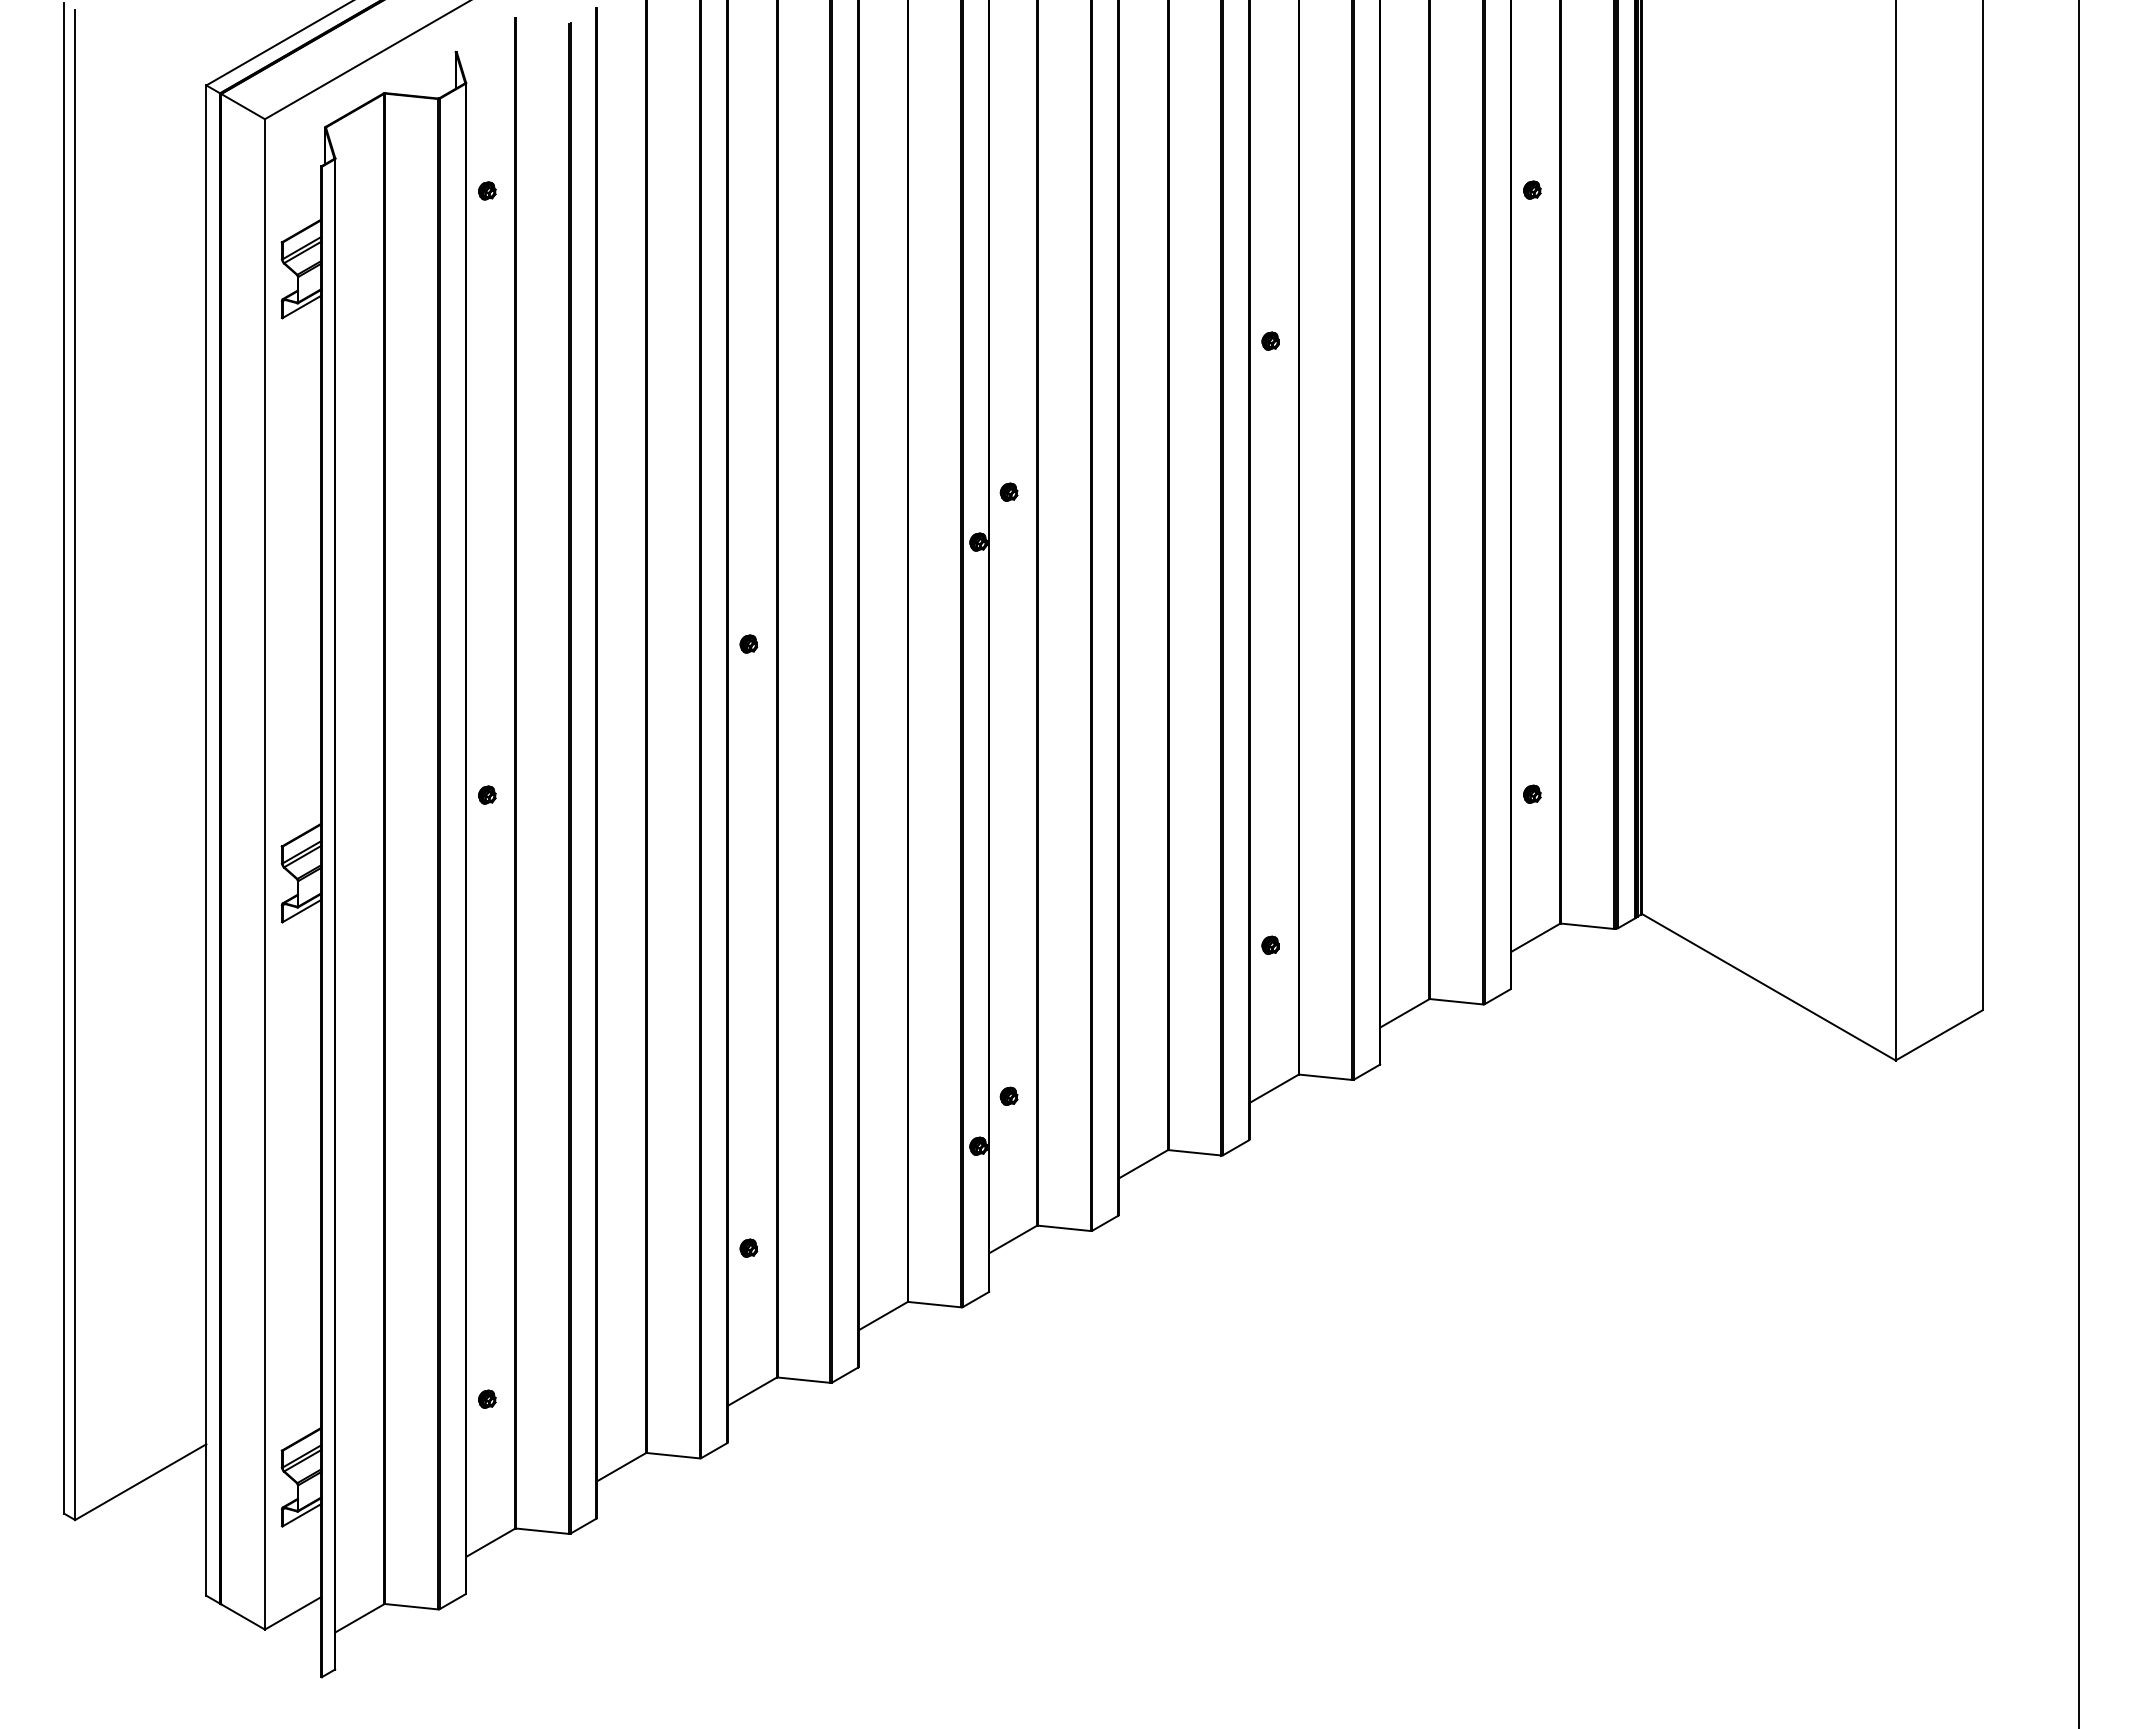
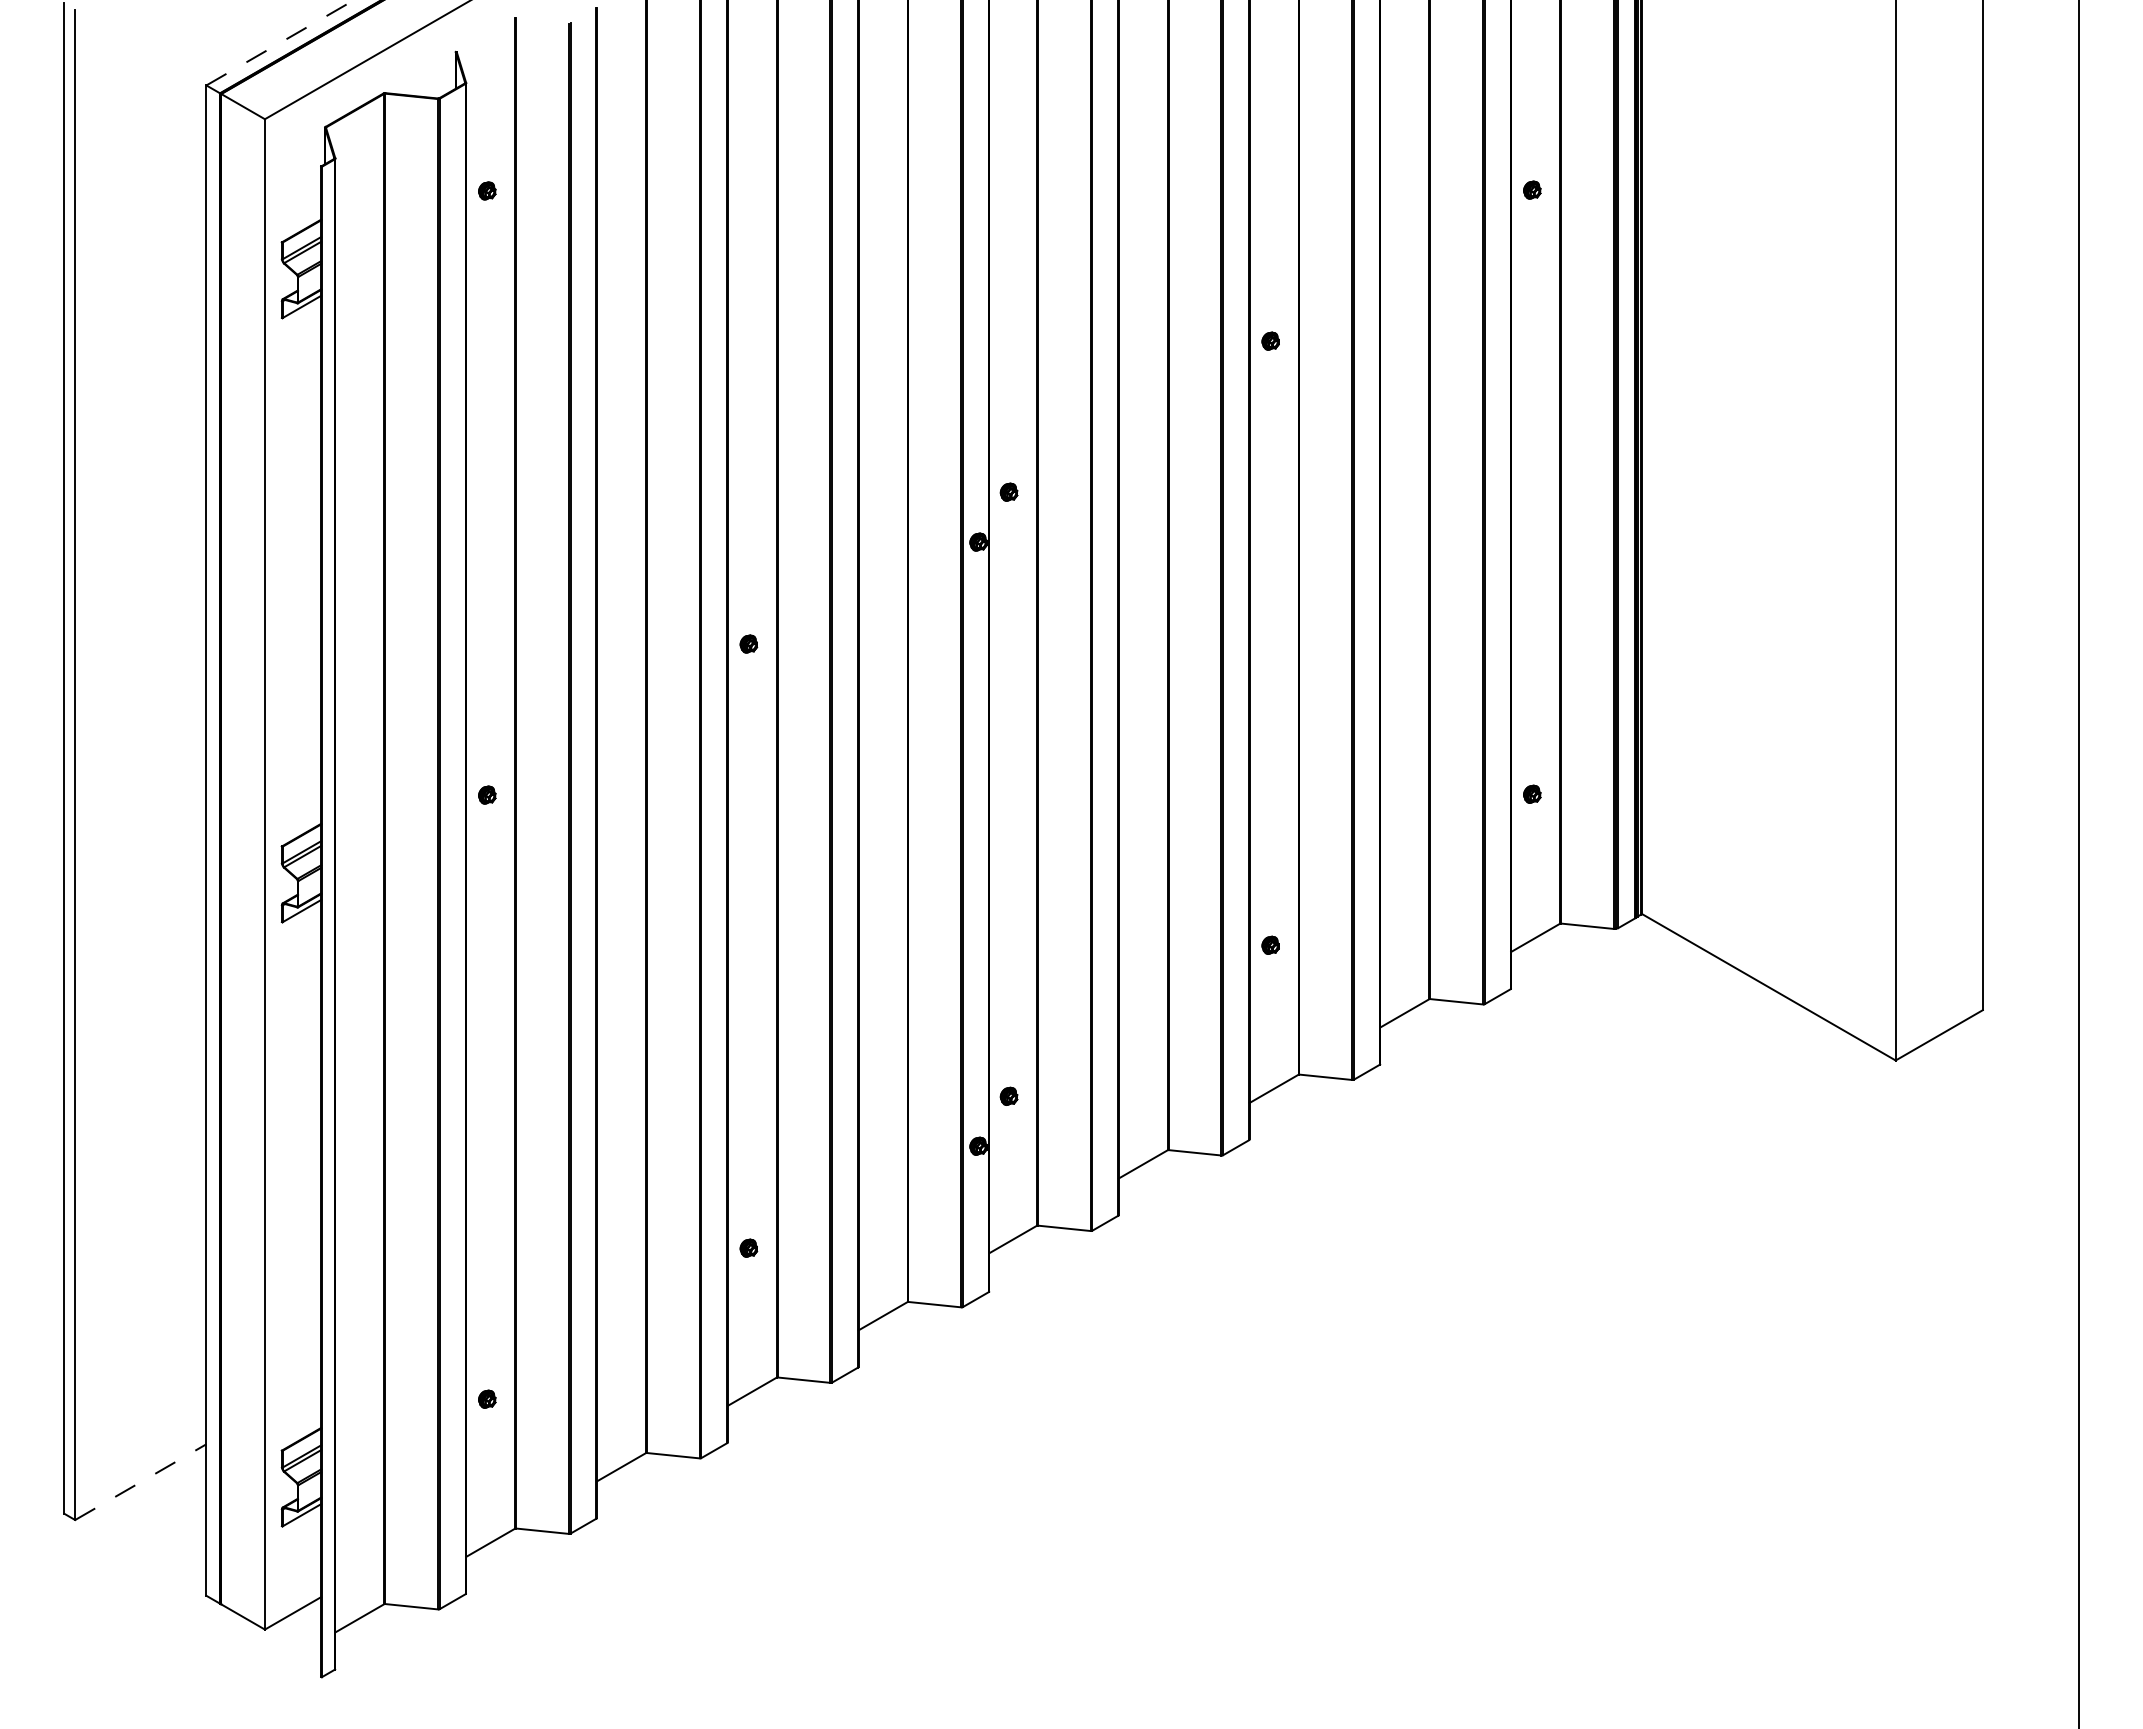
line at (280, 42): solid -> dashed
line at (140, 1482): solid -> dashed
